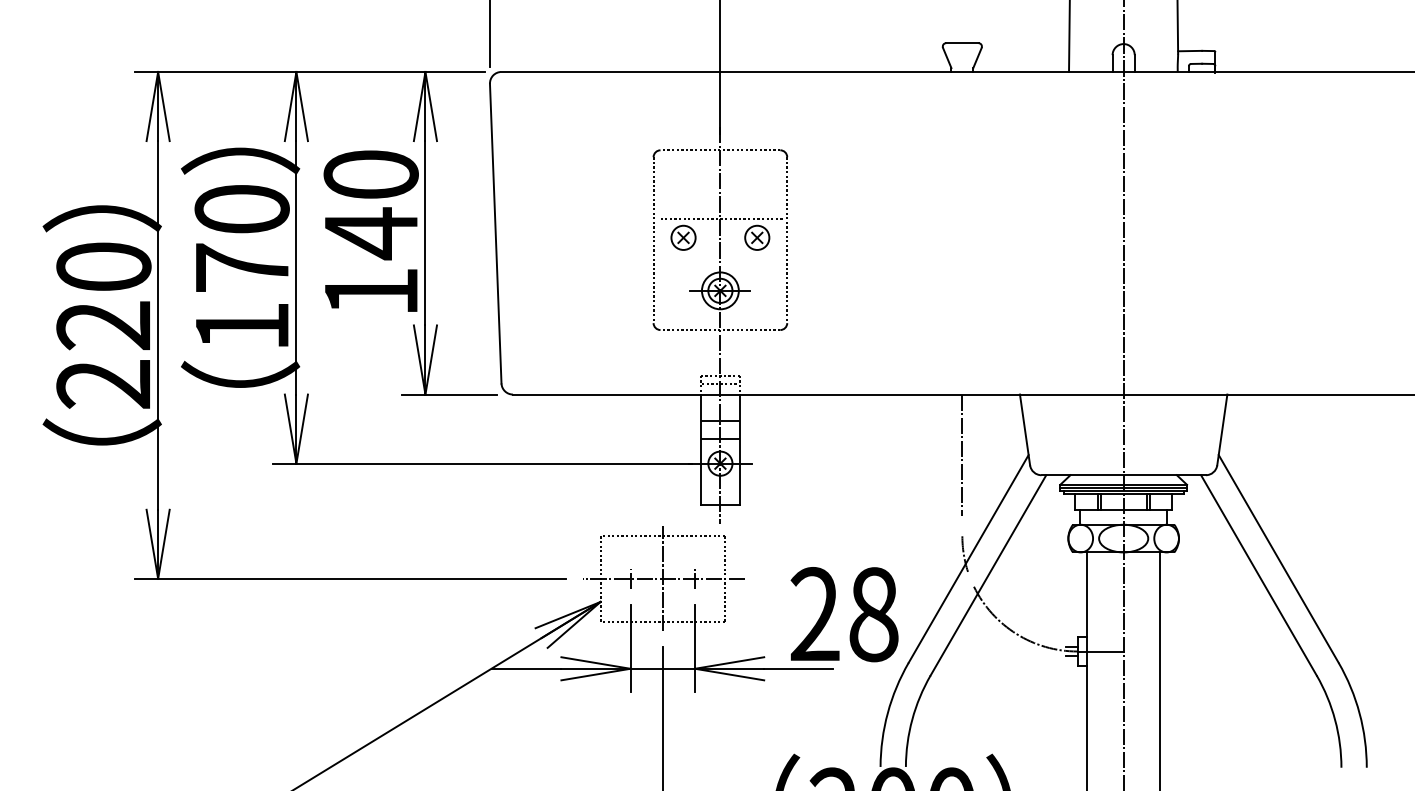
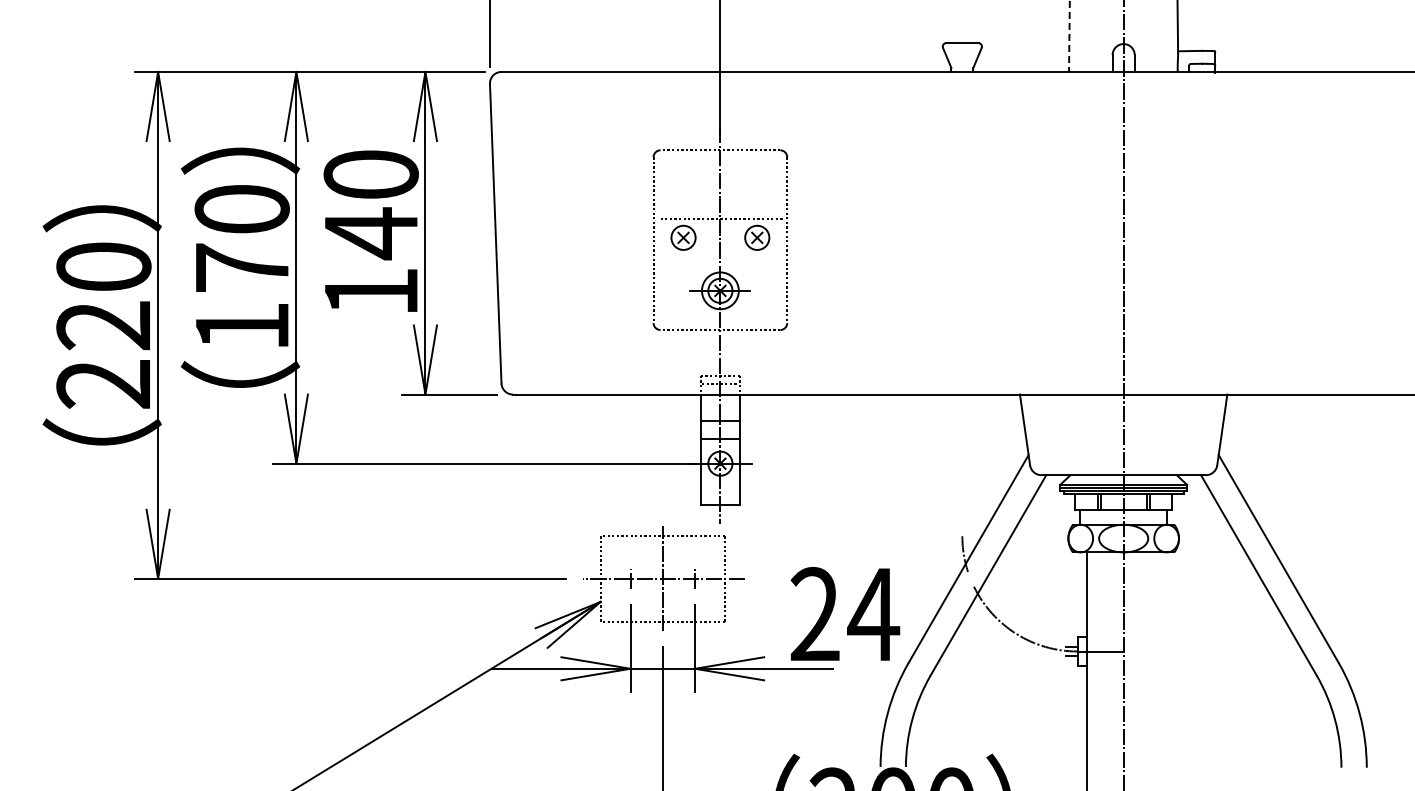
line at (1069, 36): solid -> dashed
line at (962, 454): present -> none
text at (873, 614): 28 -> 24
line at (1160, 669): present -> none
